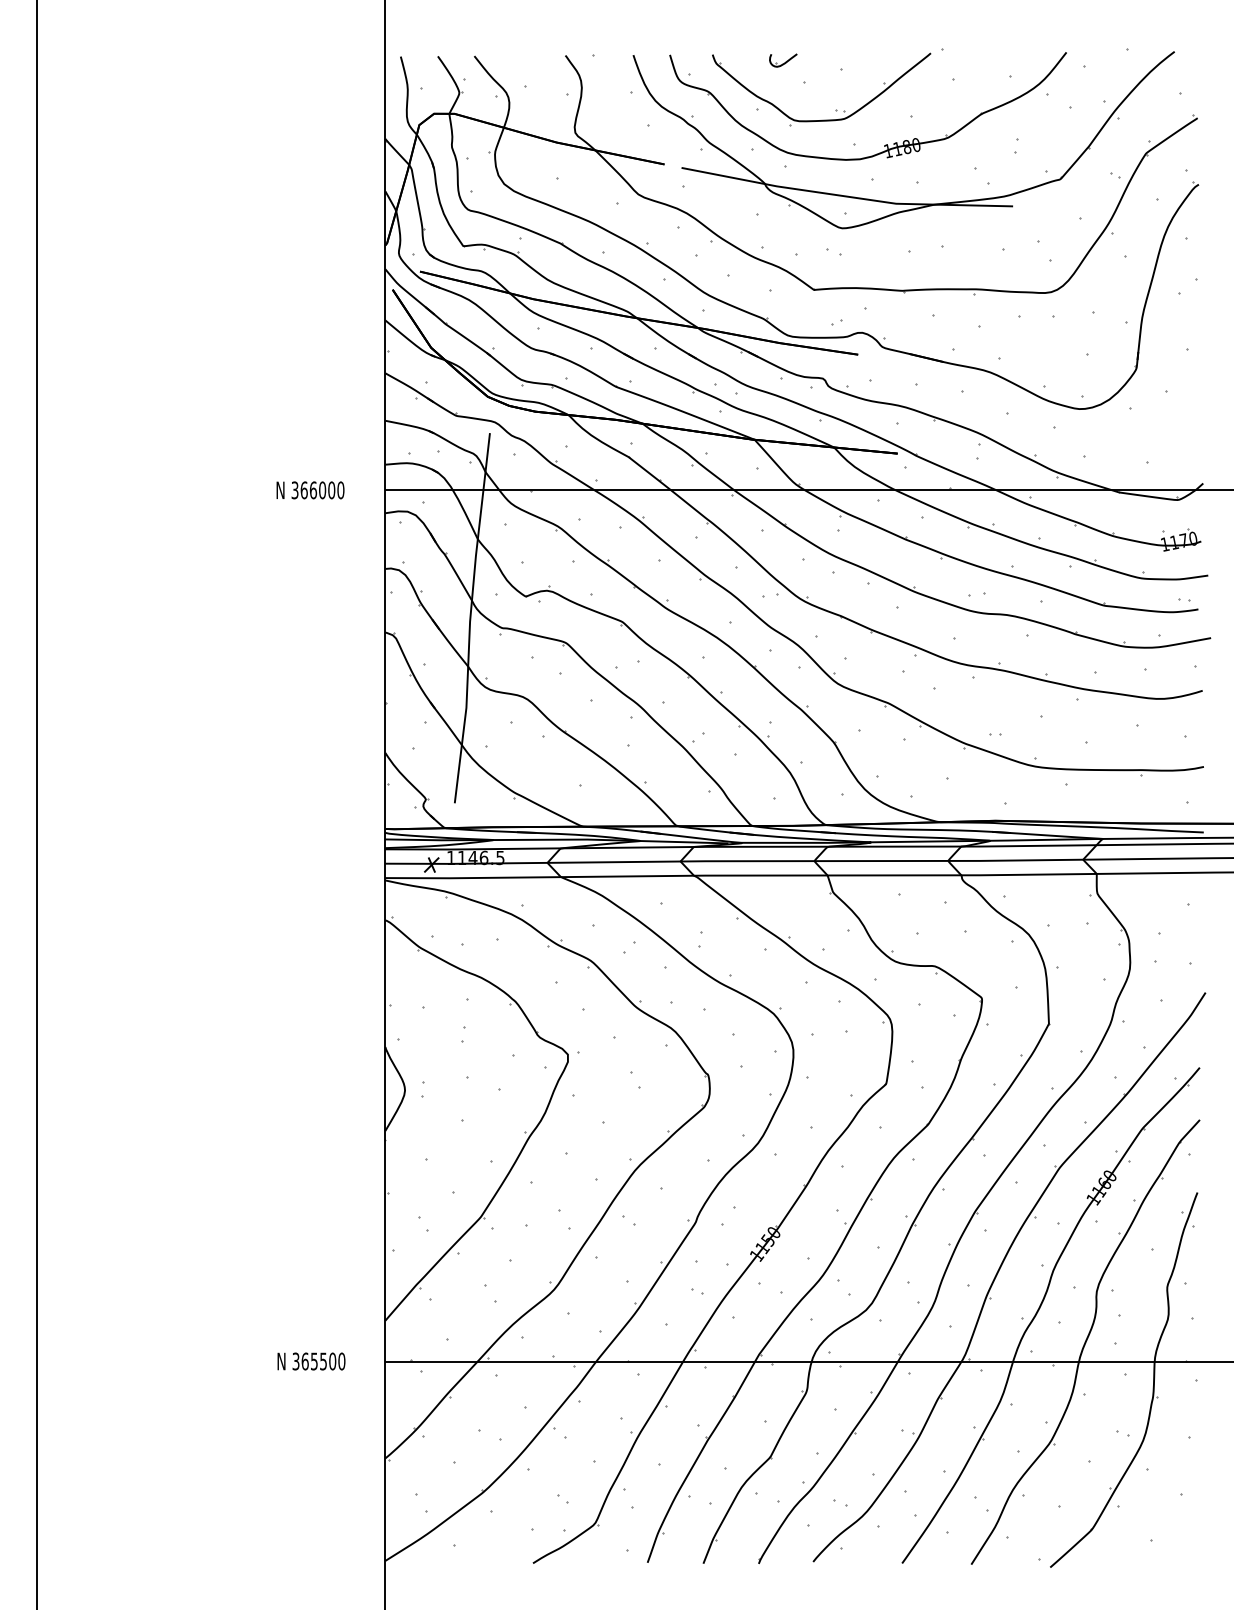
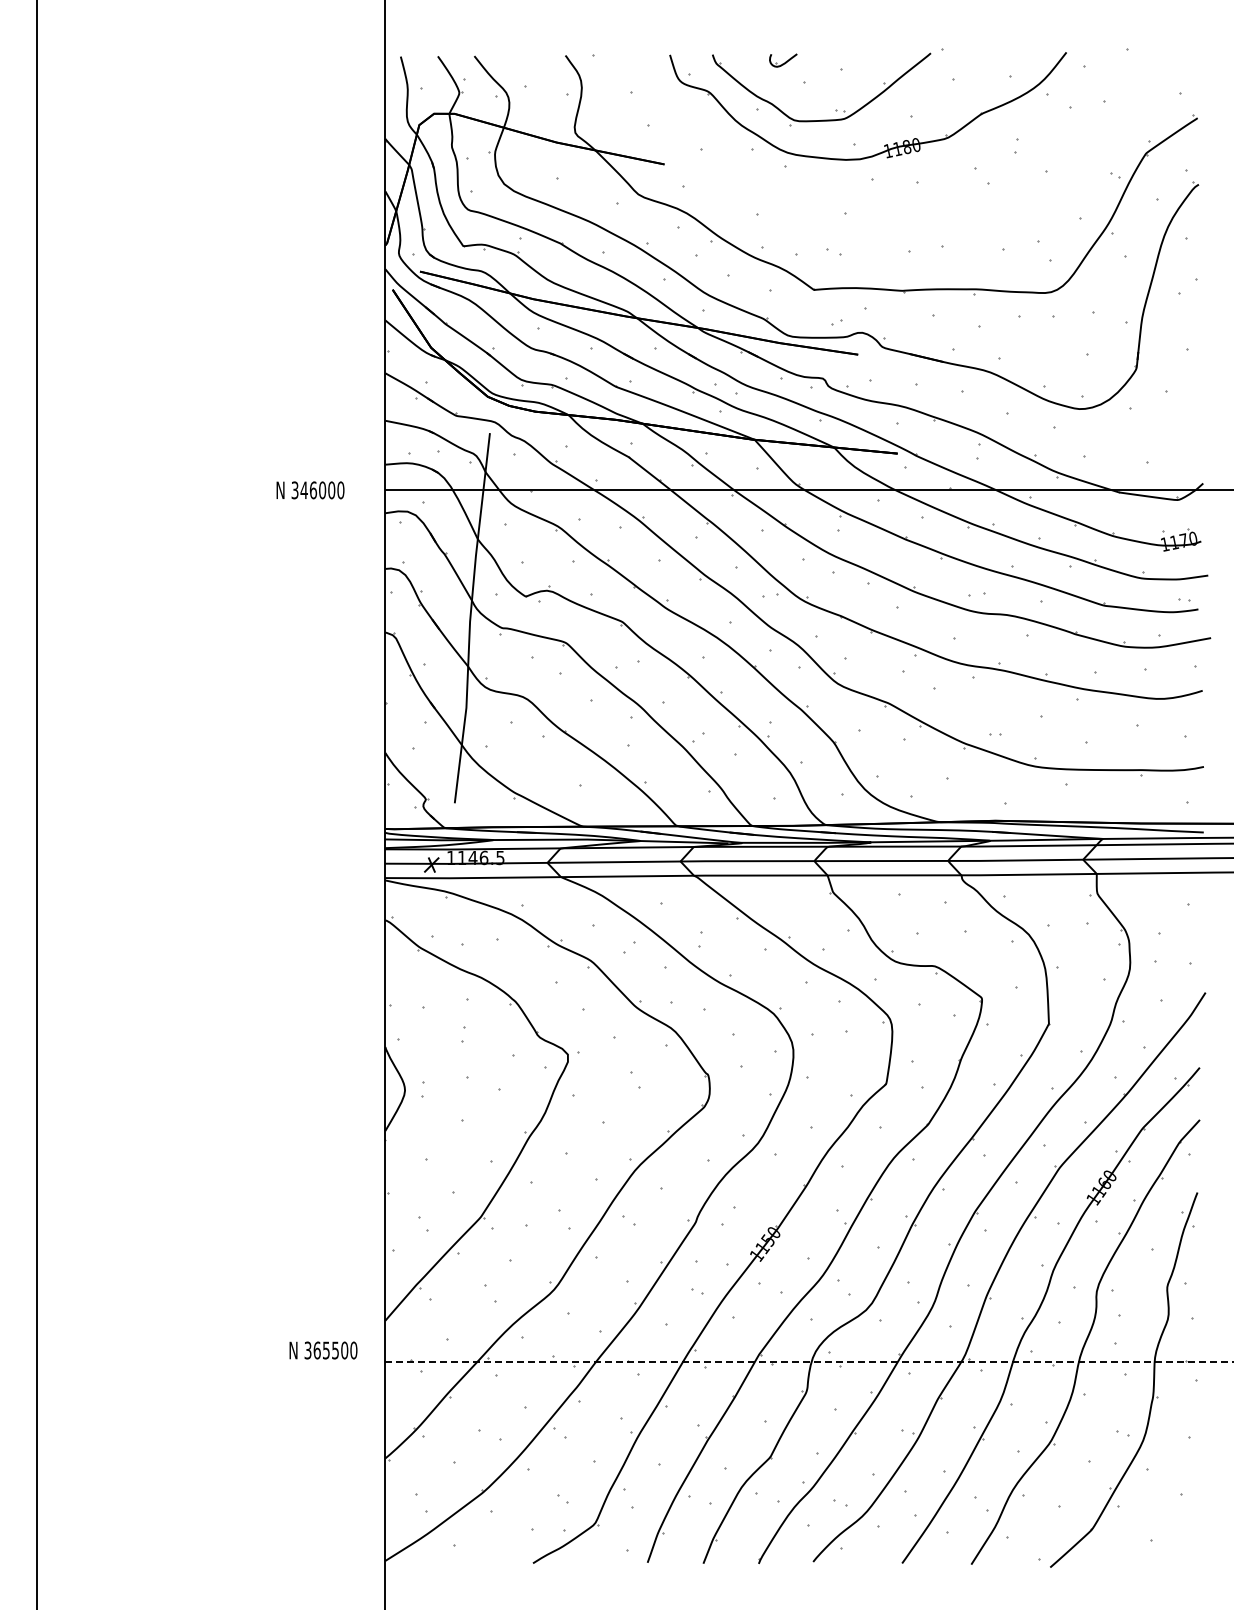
part at (899, 202): present -> none
text at (303, 490): 366000 -> 346000
text at (311, 1361) position: (311, 1361) -> (323, 1350)
line at (809, 1361): solid -> dashed
